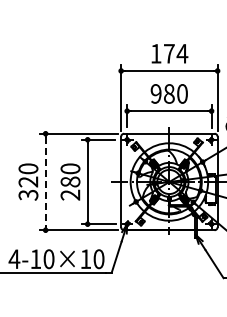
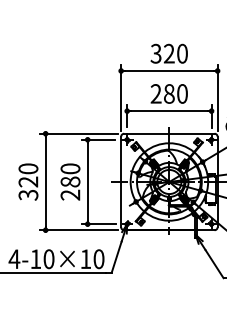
text at (169, 53): 174 -> 320
text at (155, 93): 980 -> 280
line at (45, 182): dashed -> solid
